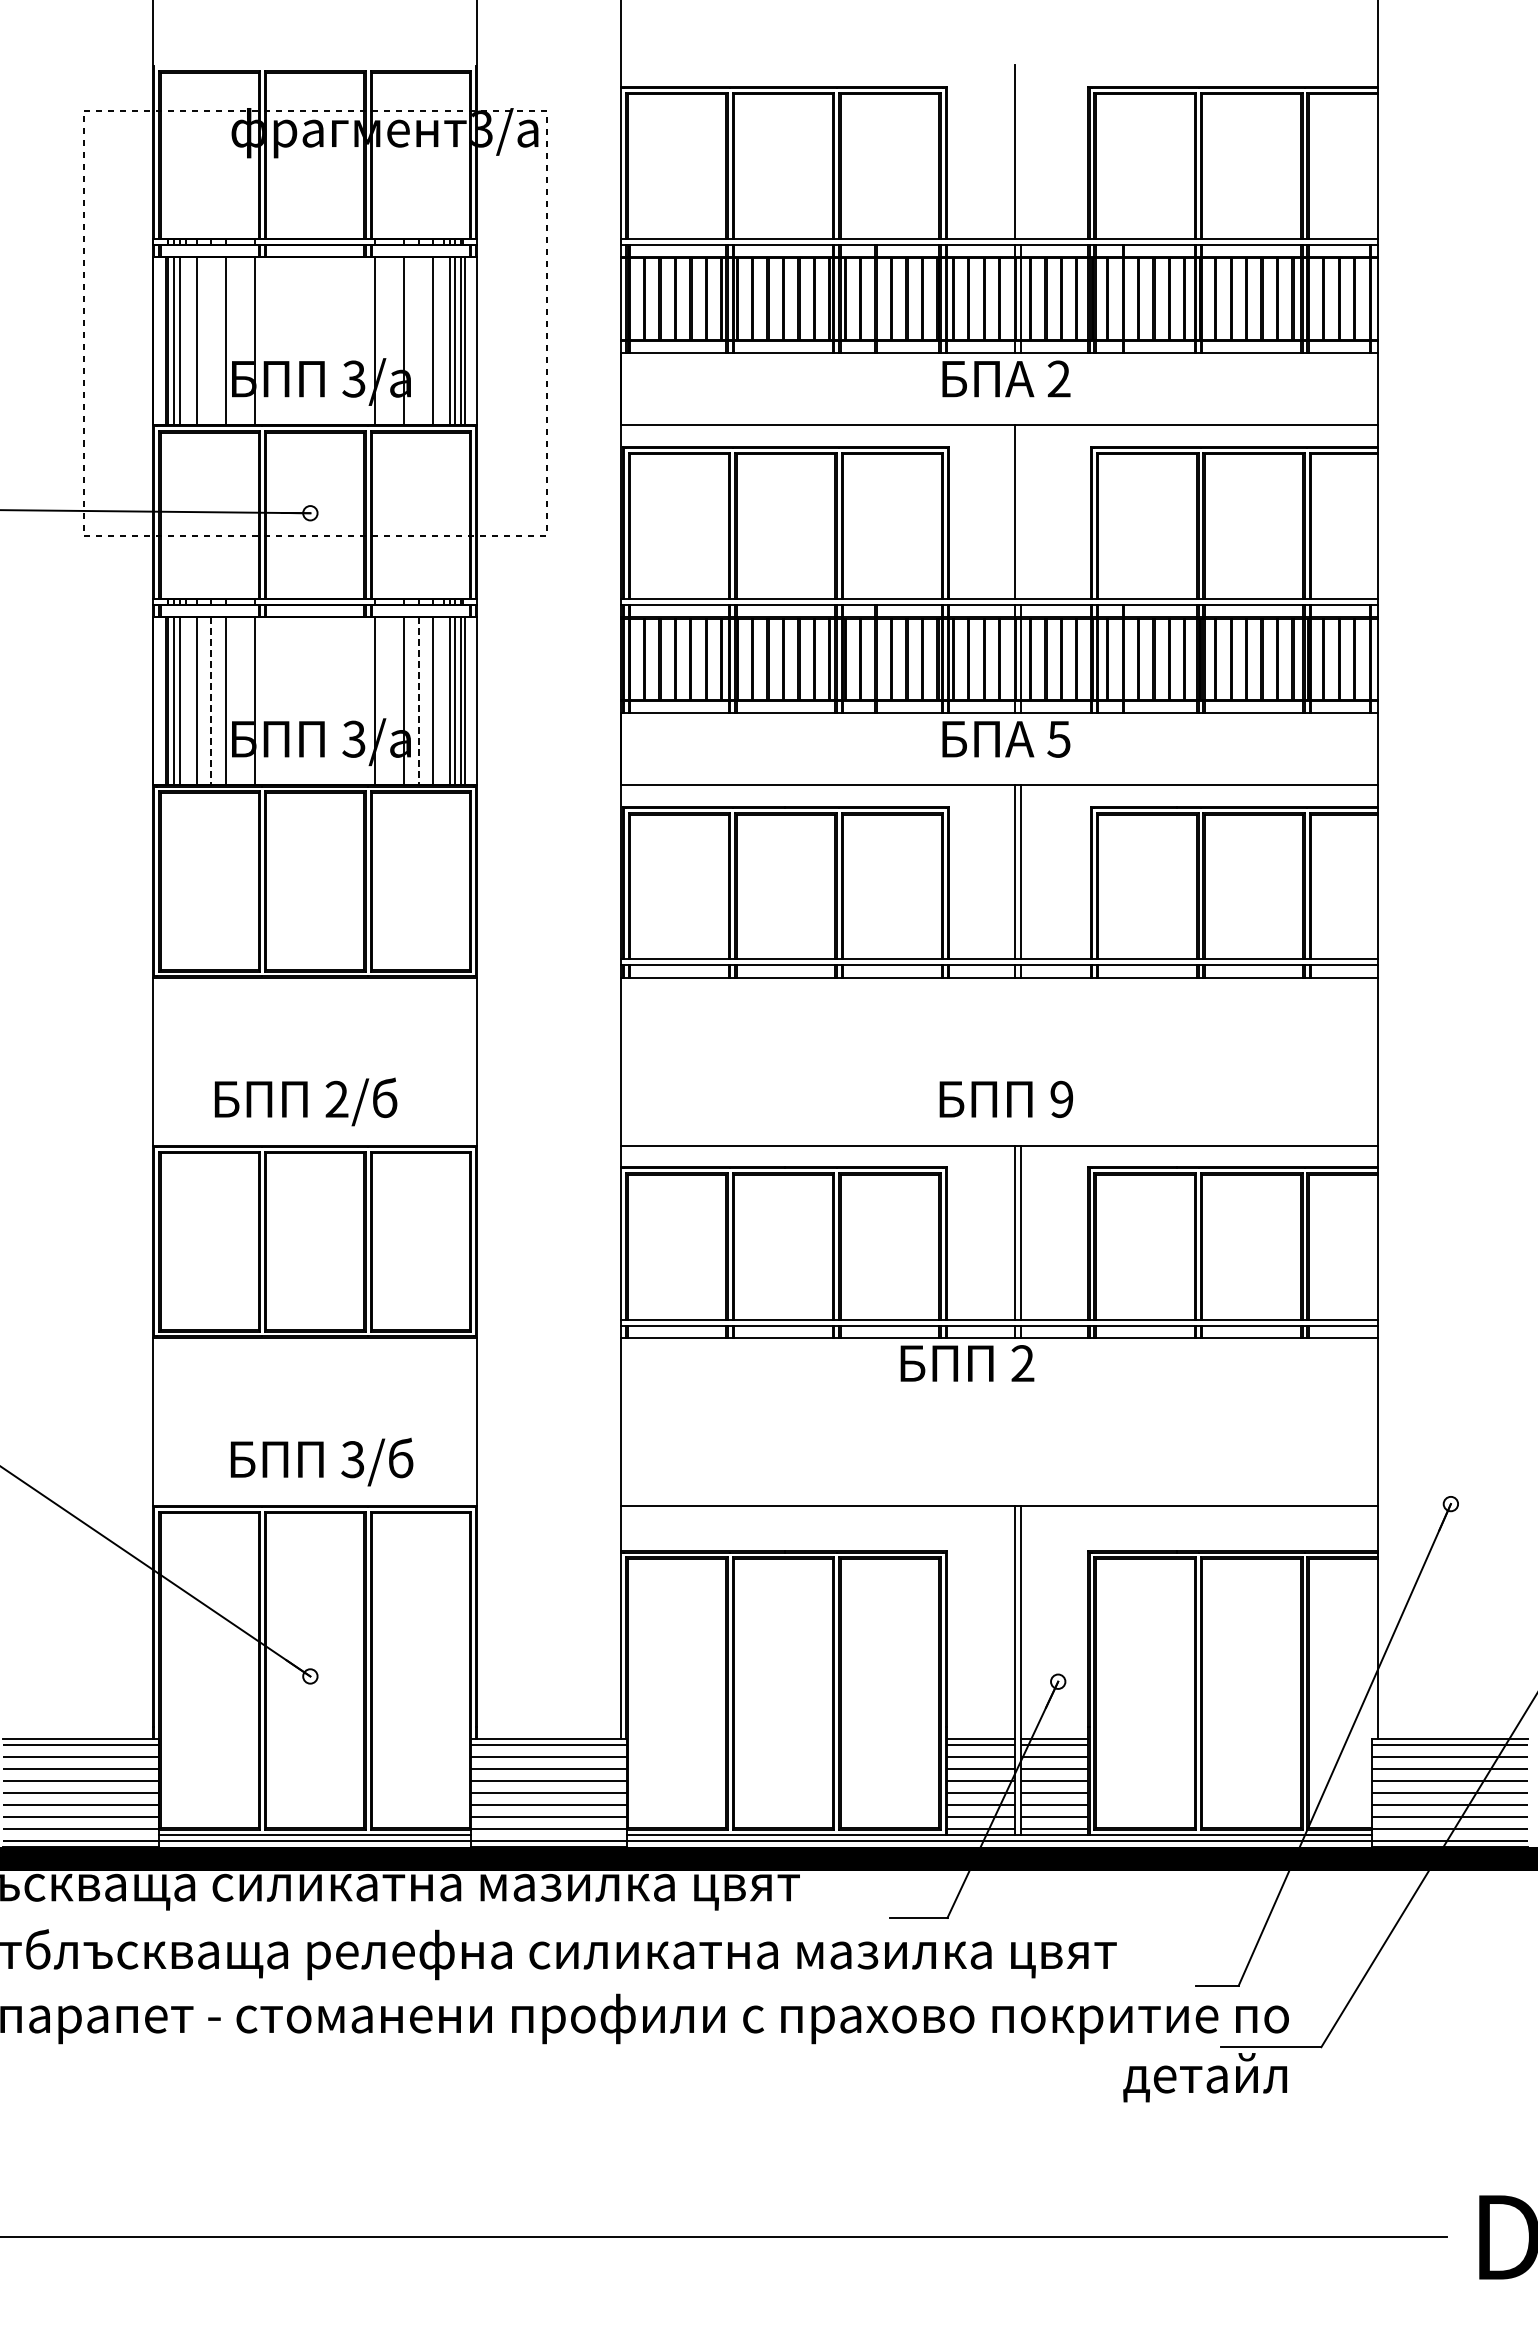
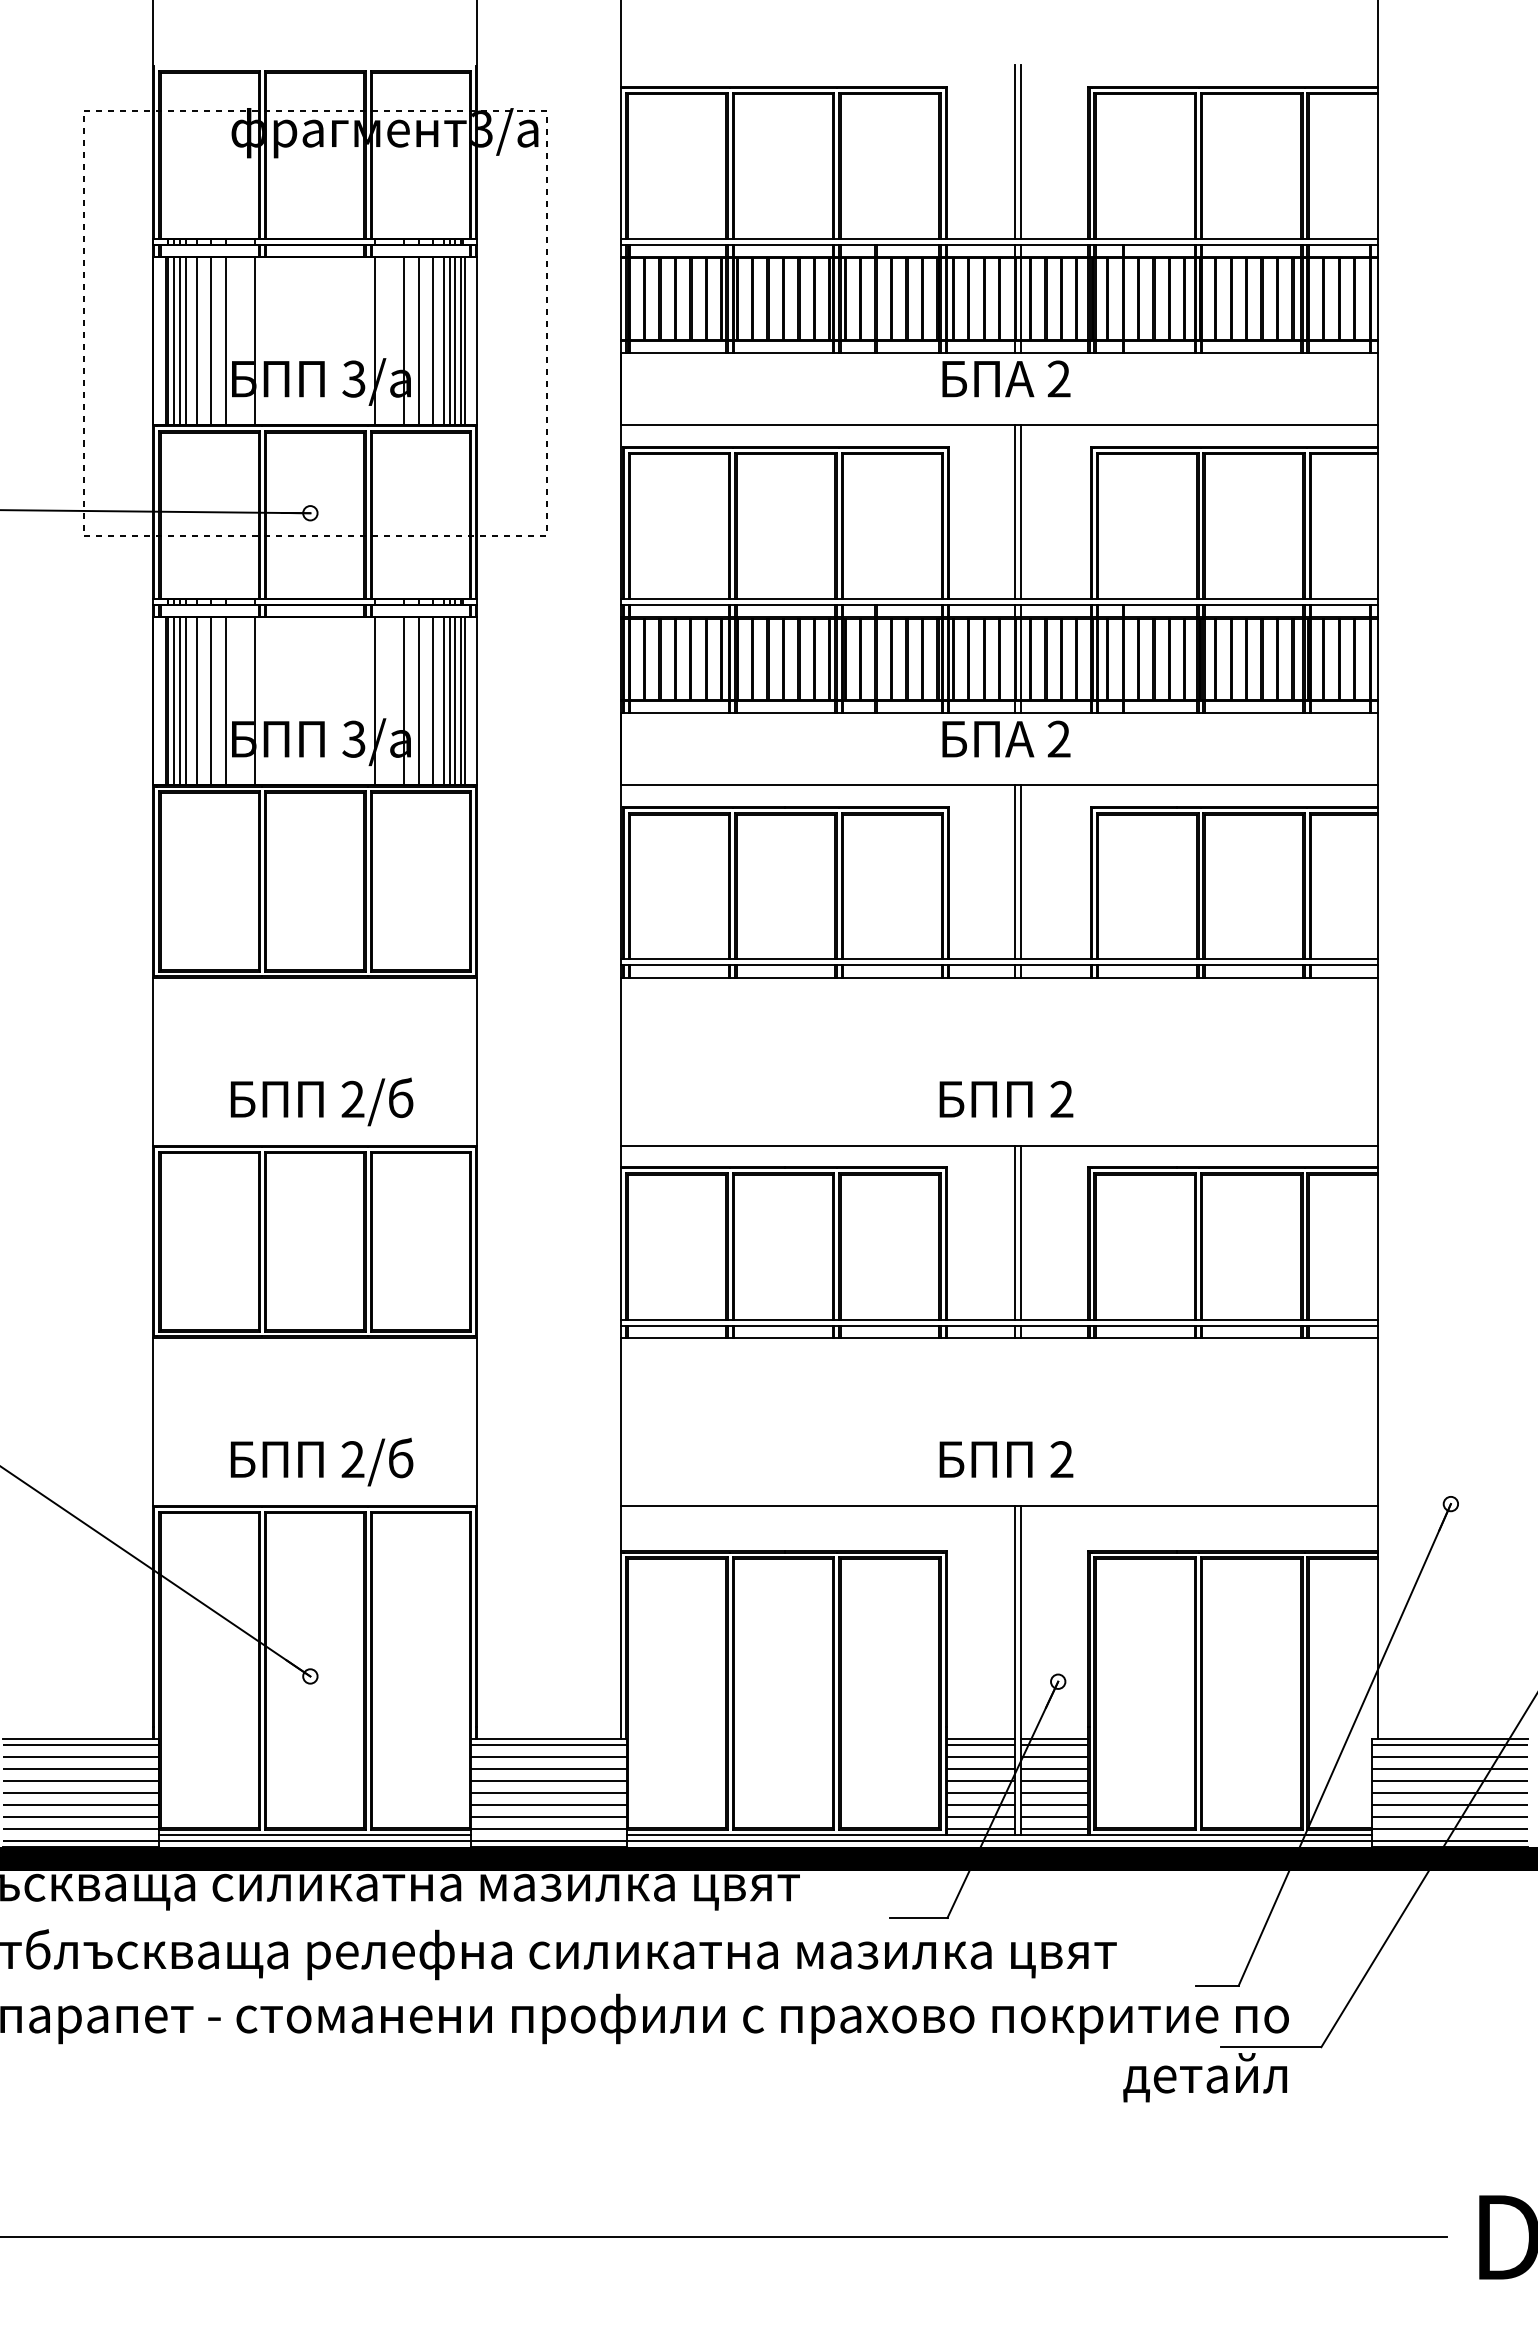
line at (1020, 152): none -> present
line at (185, 341): none -> present
line at (210, 341): none -> present
line at (419, 341): none -> present
line at (443, 341): none -> present
line at (1020, 512): none -> present
line at (185, 701): none -> present
line at (210, 701): dashed -> solid
line at (419, 701): dashed -> solid
line at (443, 701): none -> present
text at (1058, 738): 5 -> 2
text at (1061, 1099): 9 -> 2
text at (305, 1101) position: (305, 1101) -> (321, 1101)
text at (967, 1363) position: (967, 1363) -> (1006, 1459)
text at (352, 1459): 3/ -> 2/
